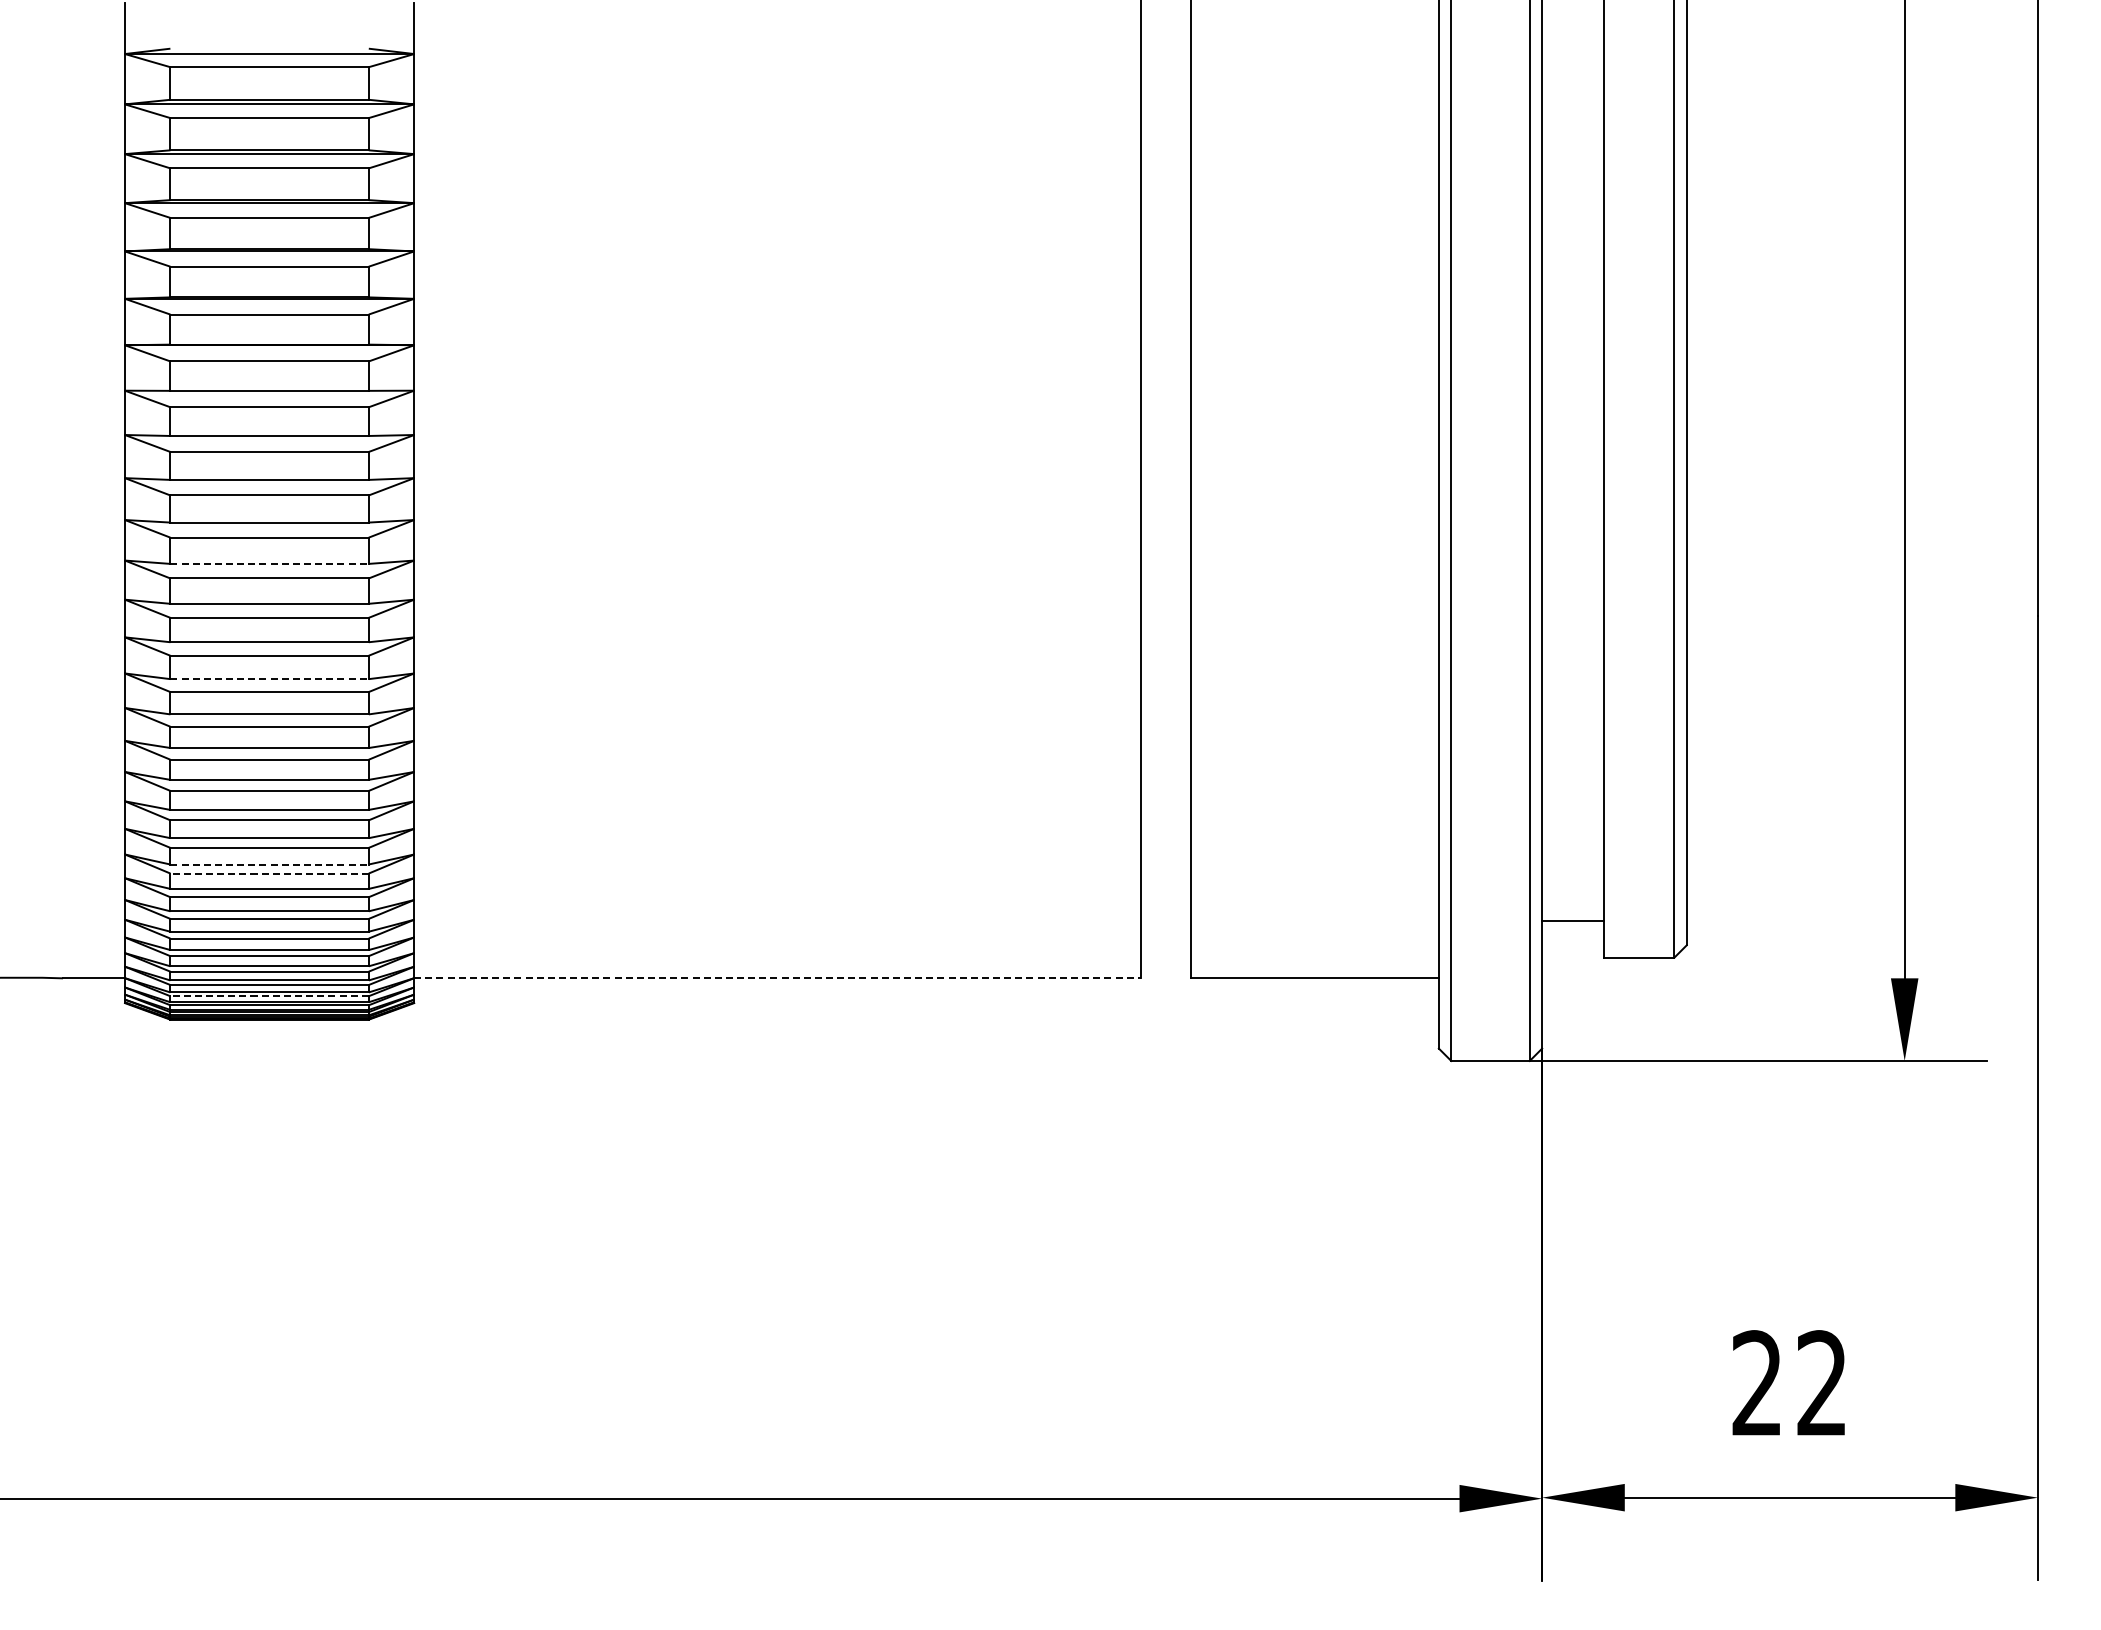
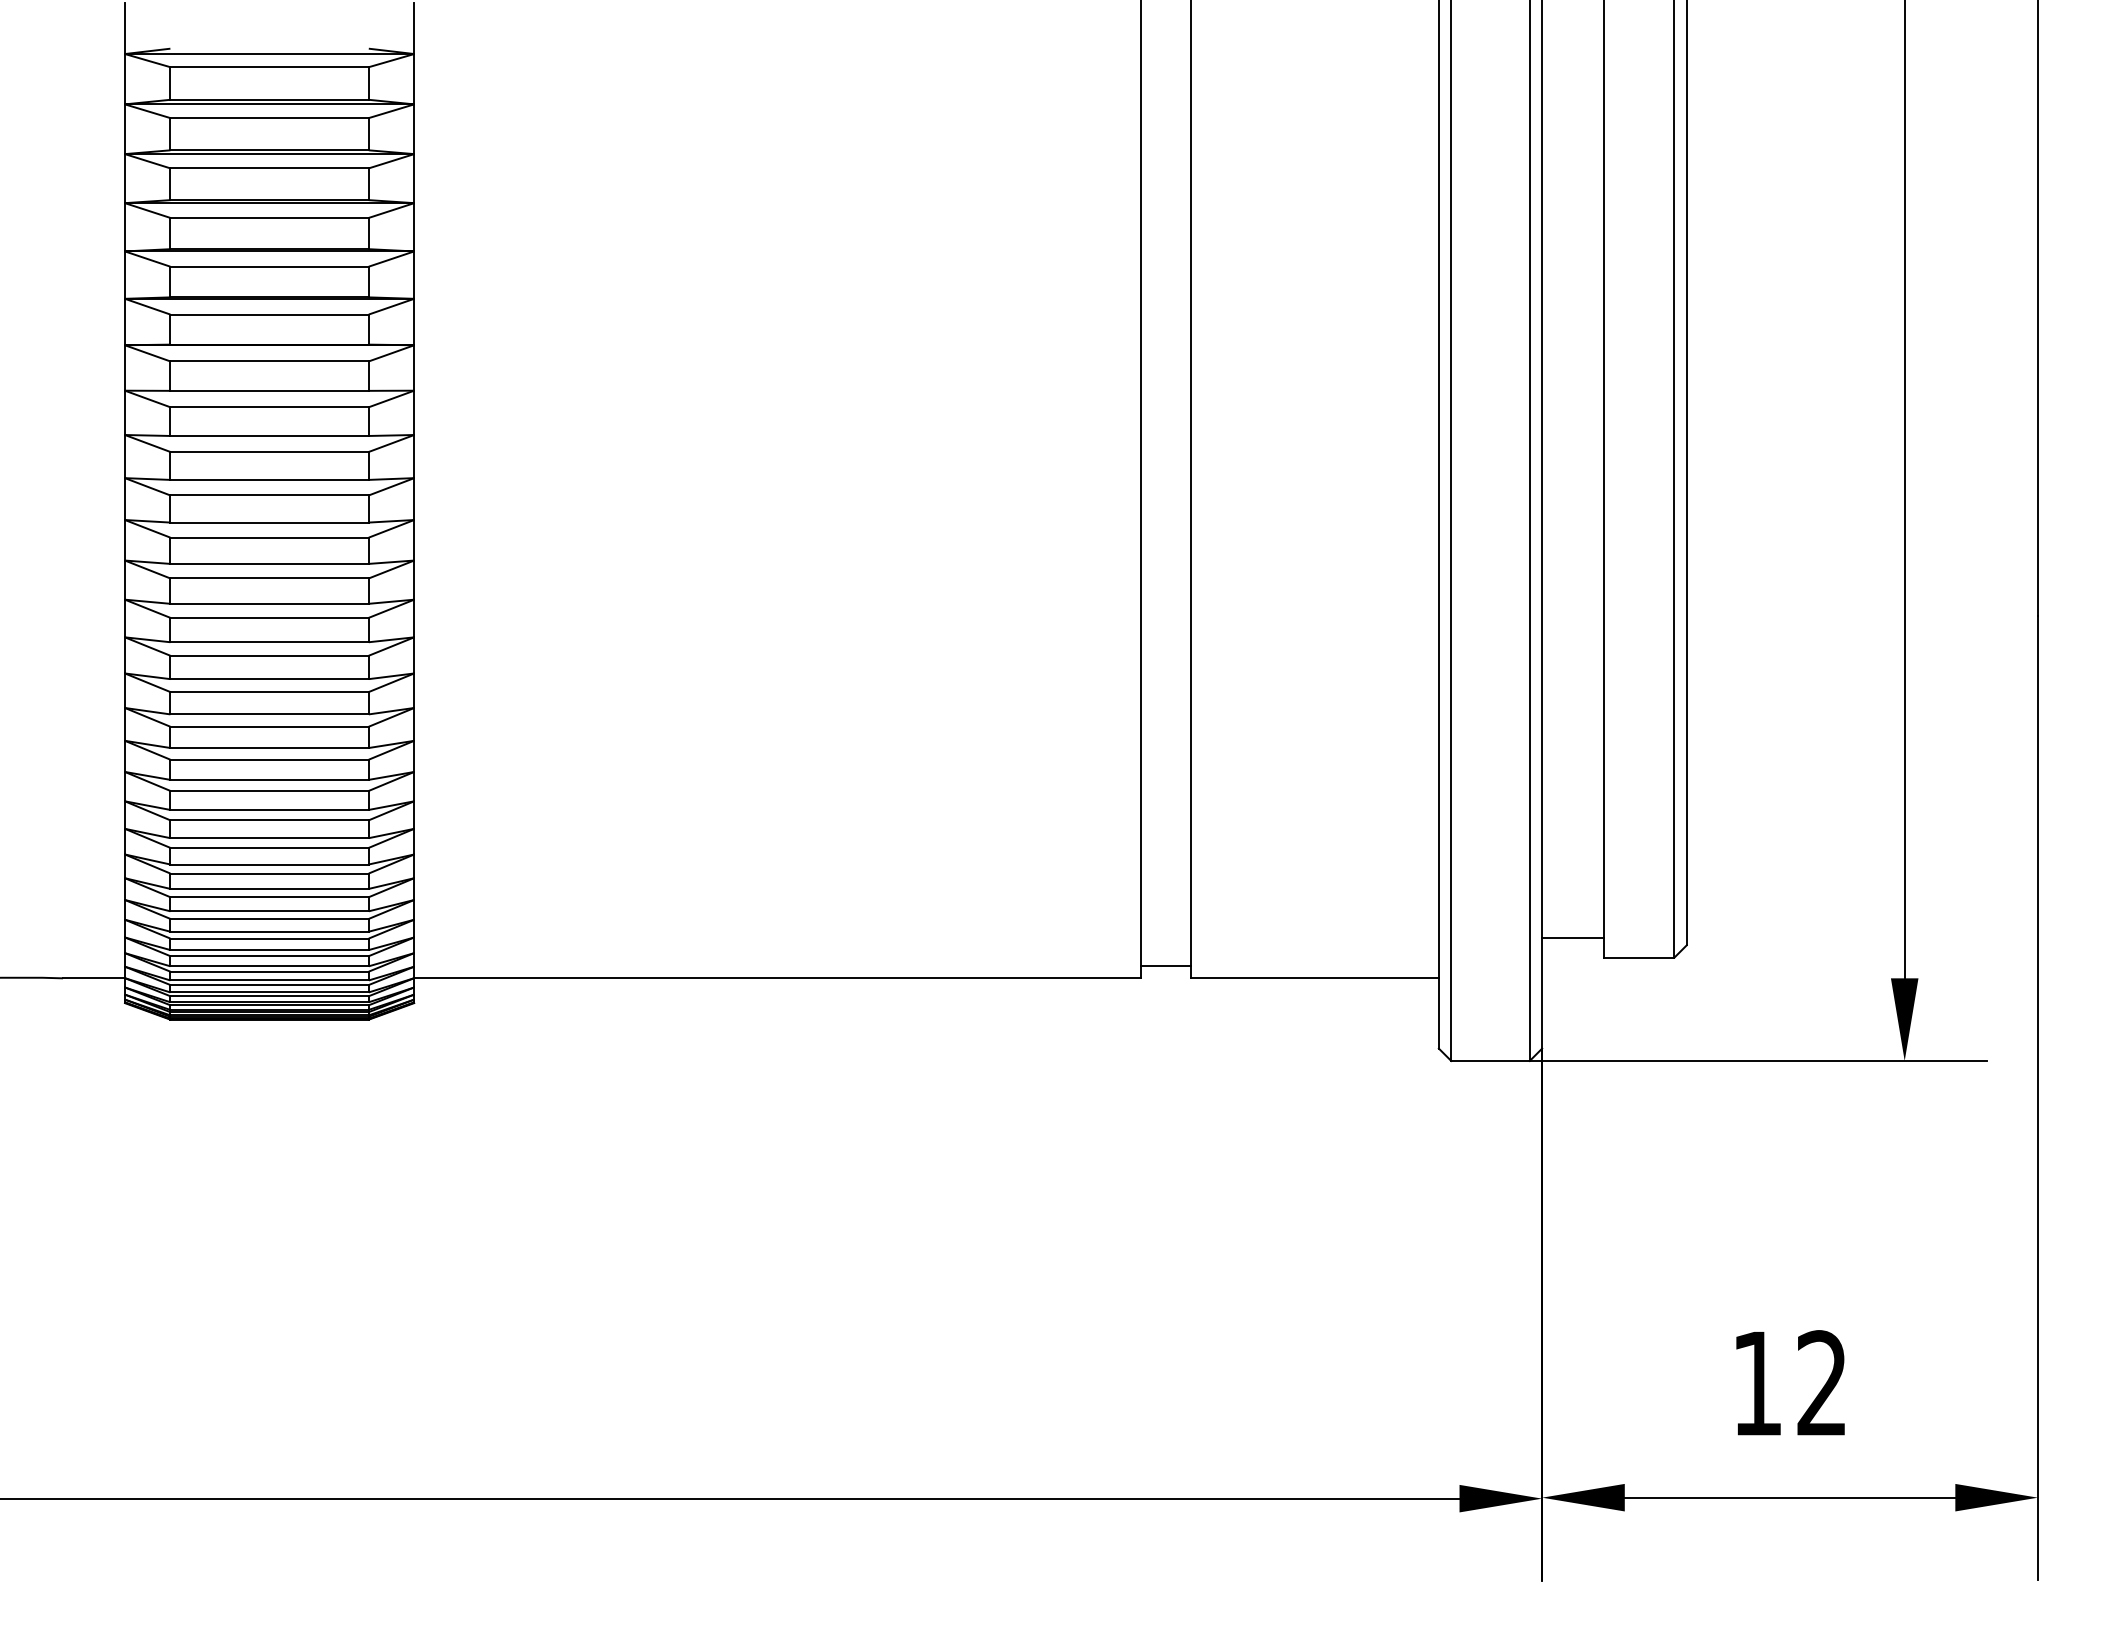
line at (270, 563): dashed -> solid
line at (270, 679): dashed -> solid
line at (270, 864): dashed -> solid
line at (269, 873): dashed -> solid
line at (1573, 921) position: (1573, 921) -> (1573, 938)
line at (1165, 965): none -> present
line at (777, 978): dashed -> solid
line at (269, 996): dashed -> solid
text at (1756, 1382): 22 -> 12
